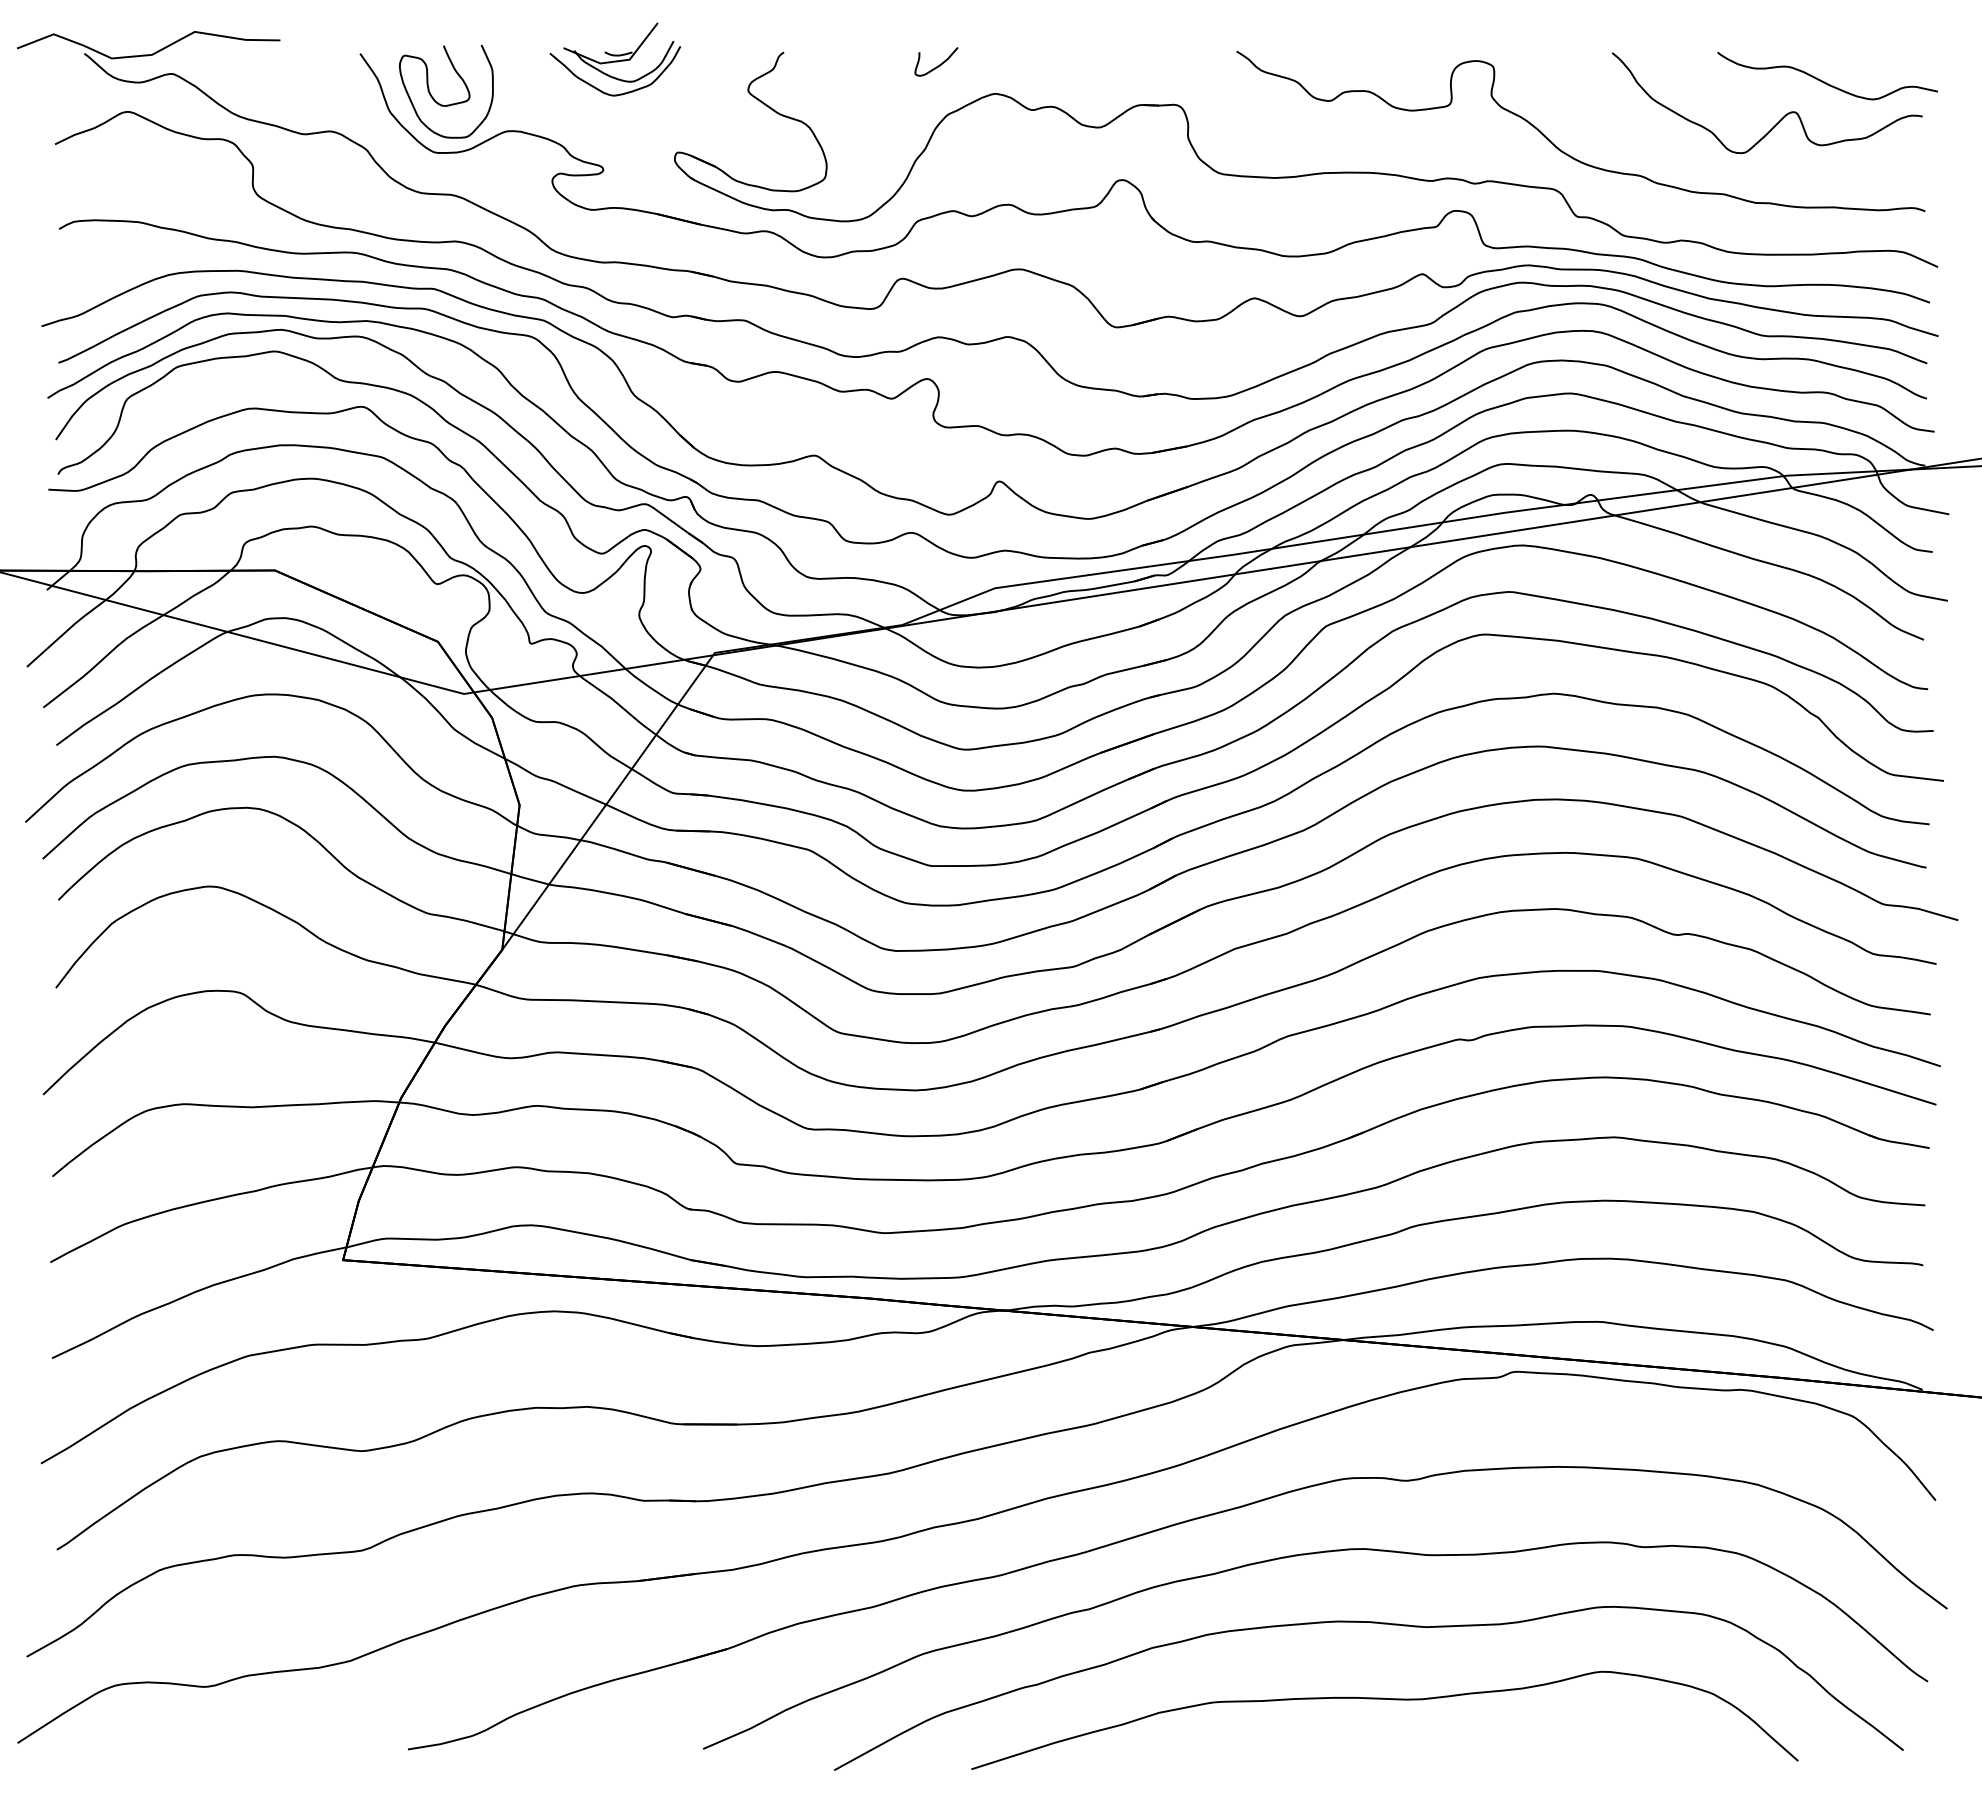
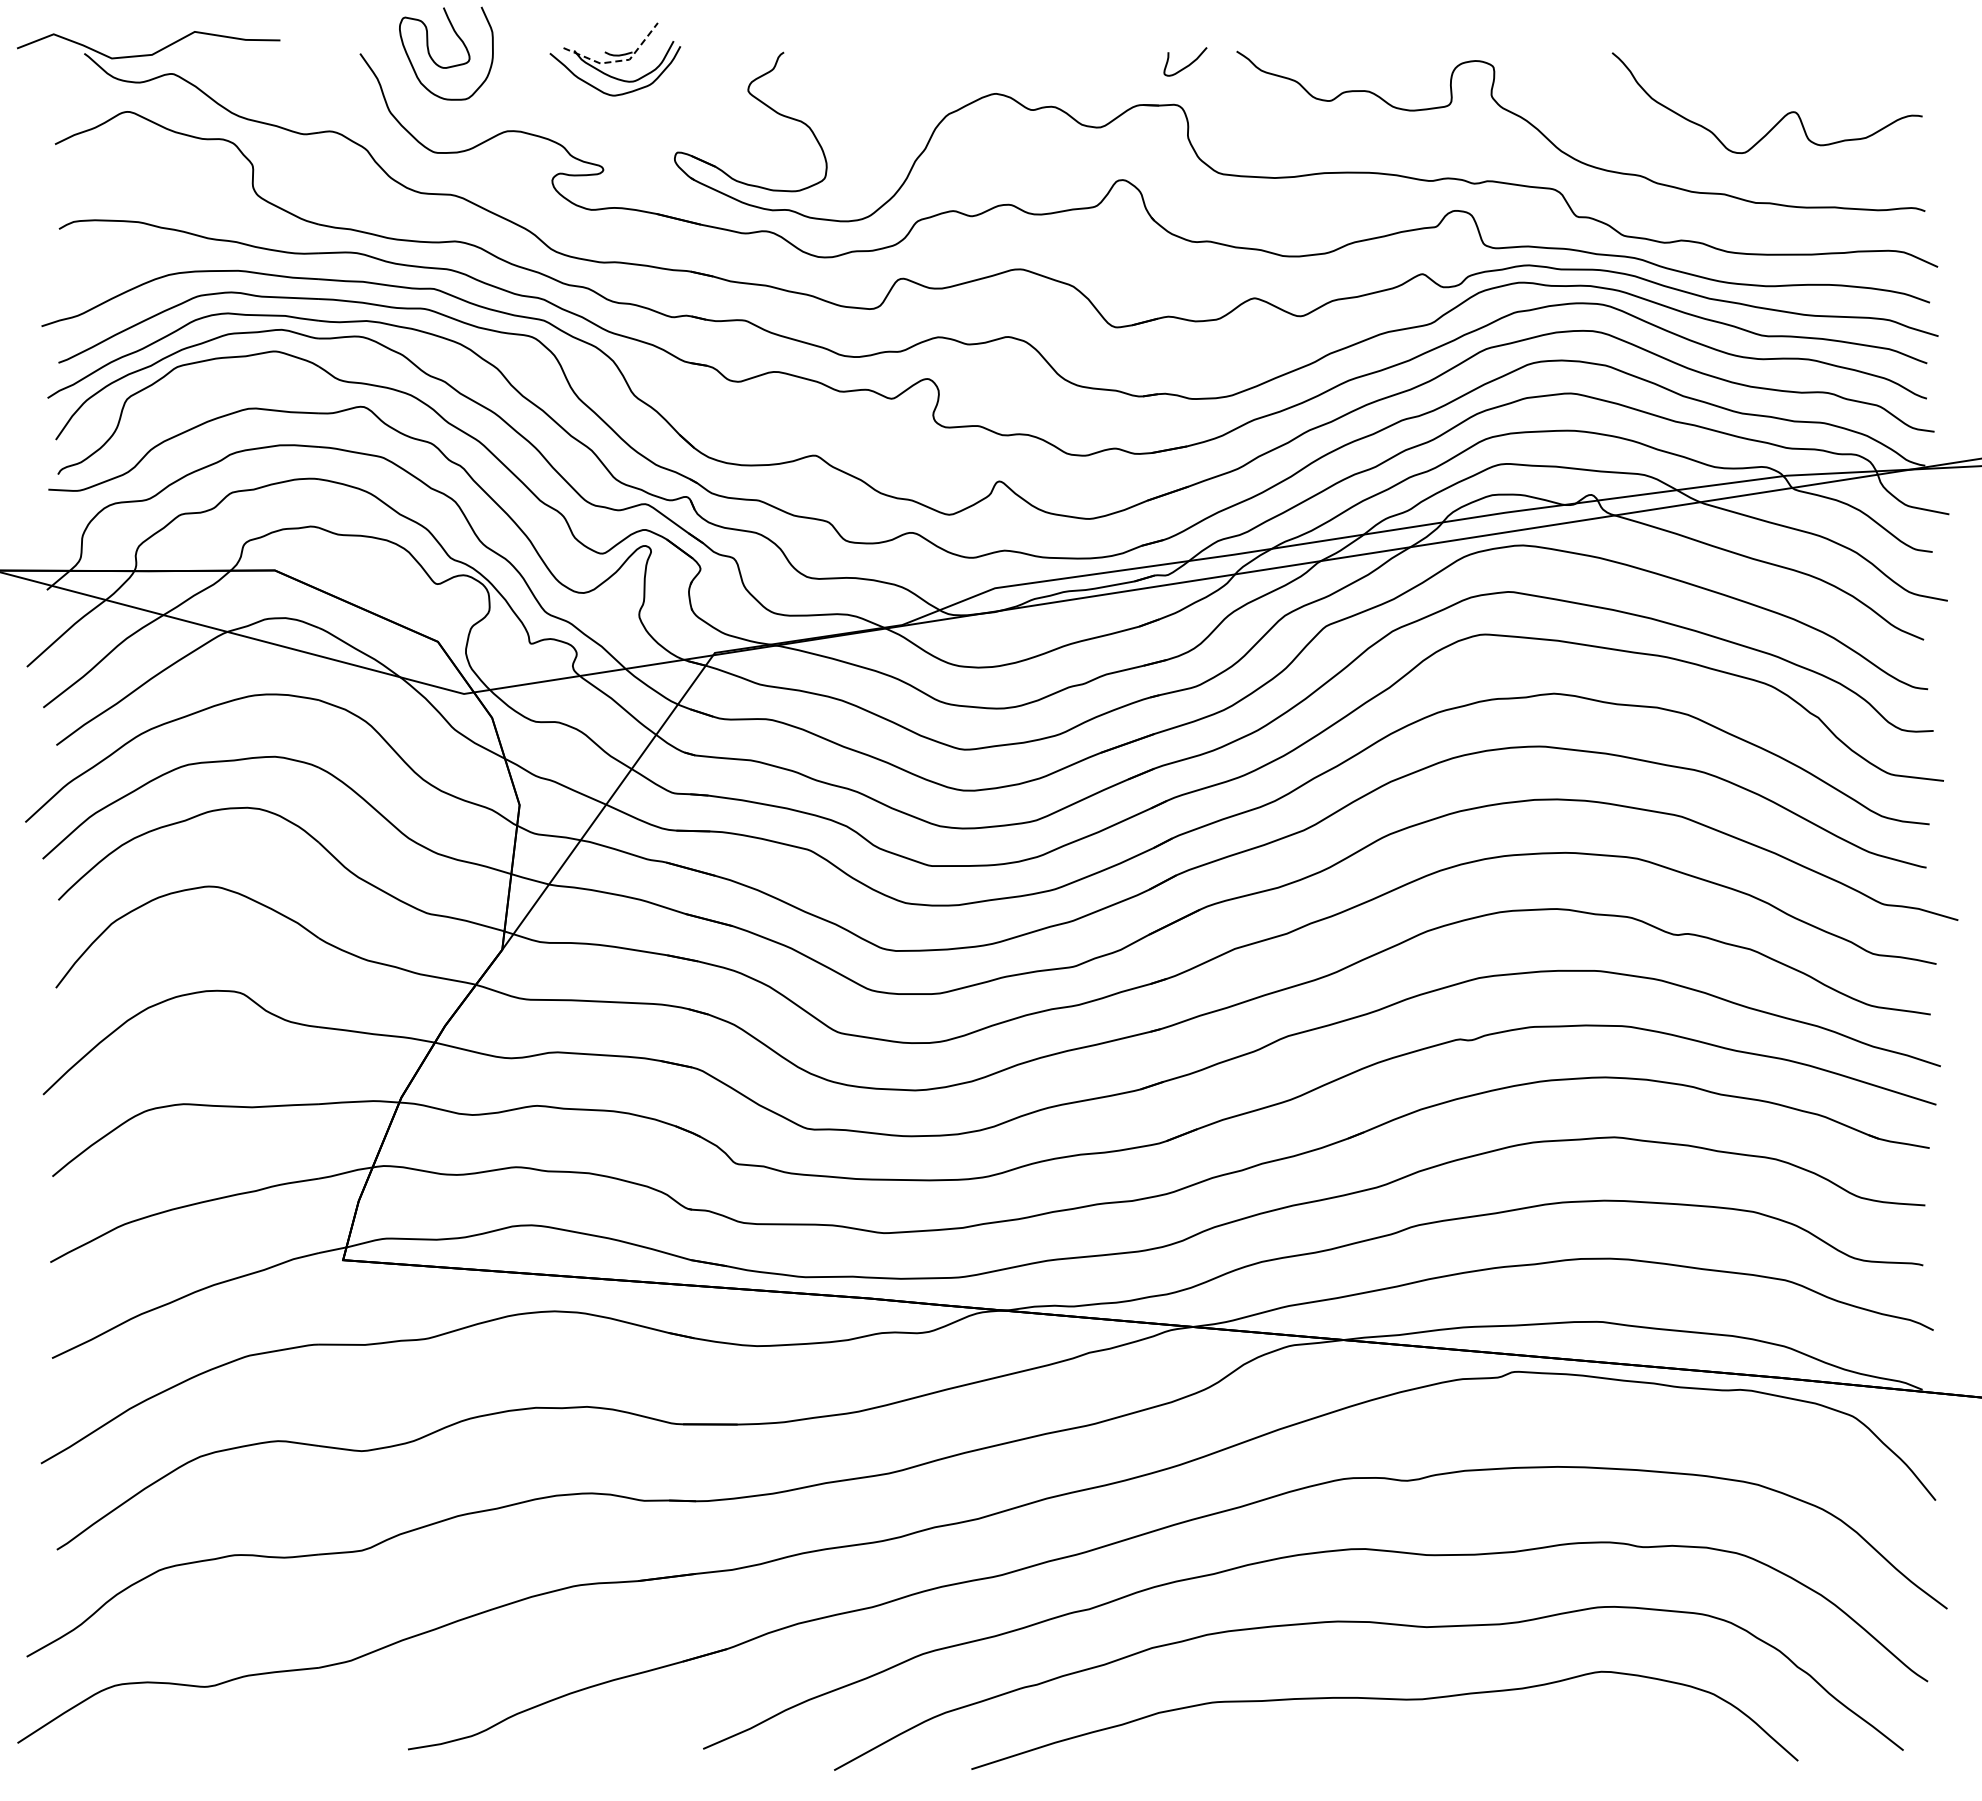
line at (618, 61): solid -> dashed
curve at (937, 65) position: (937, 65) -> (1186, 65)
curve at (1824, 81): present -> none
curve at (451, 103) position: (451, 103) -> (451, 65)
